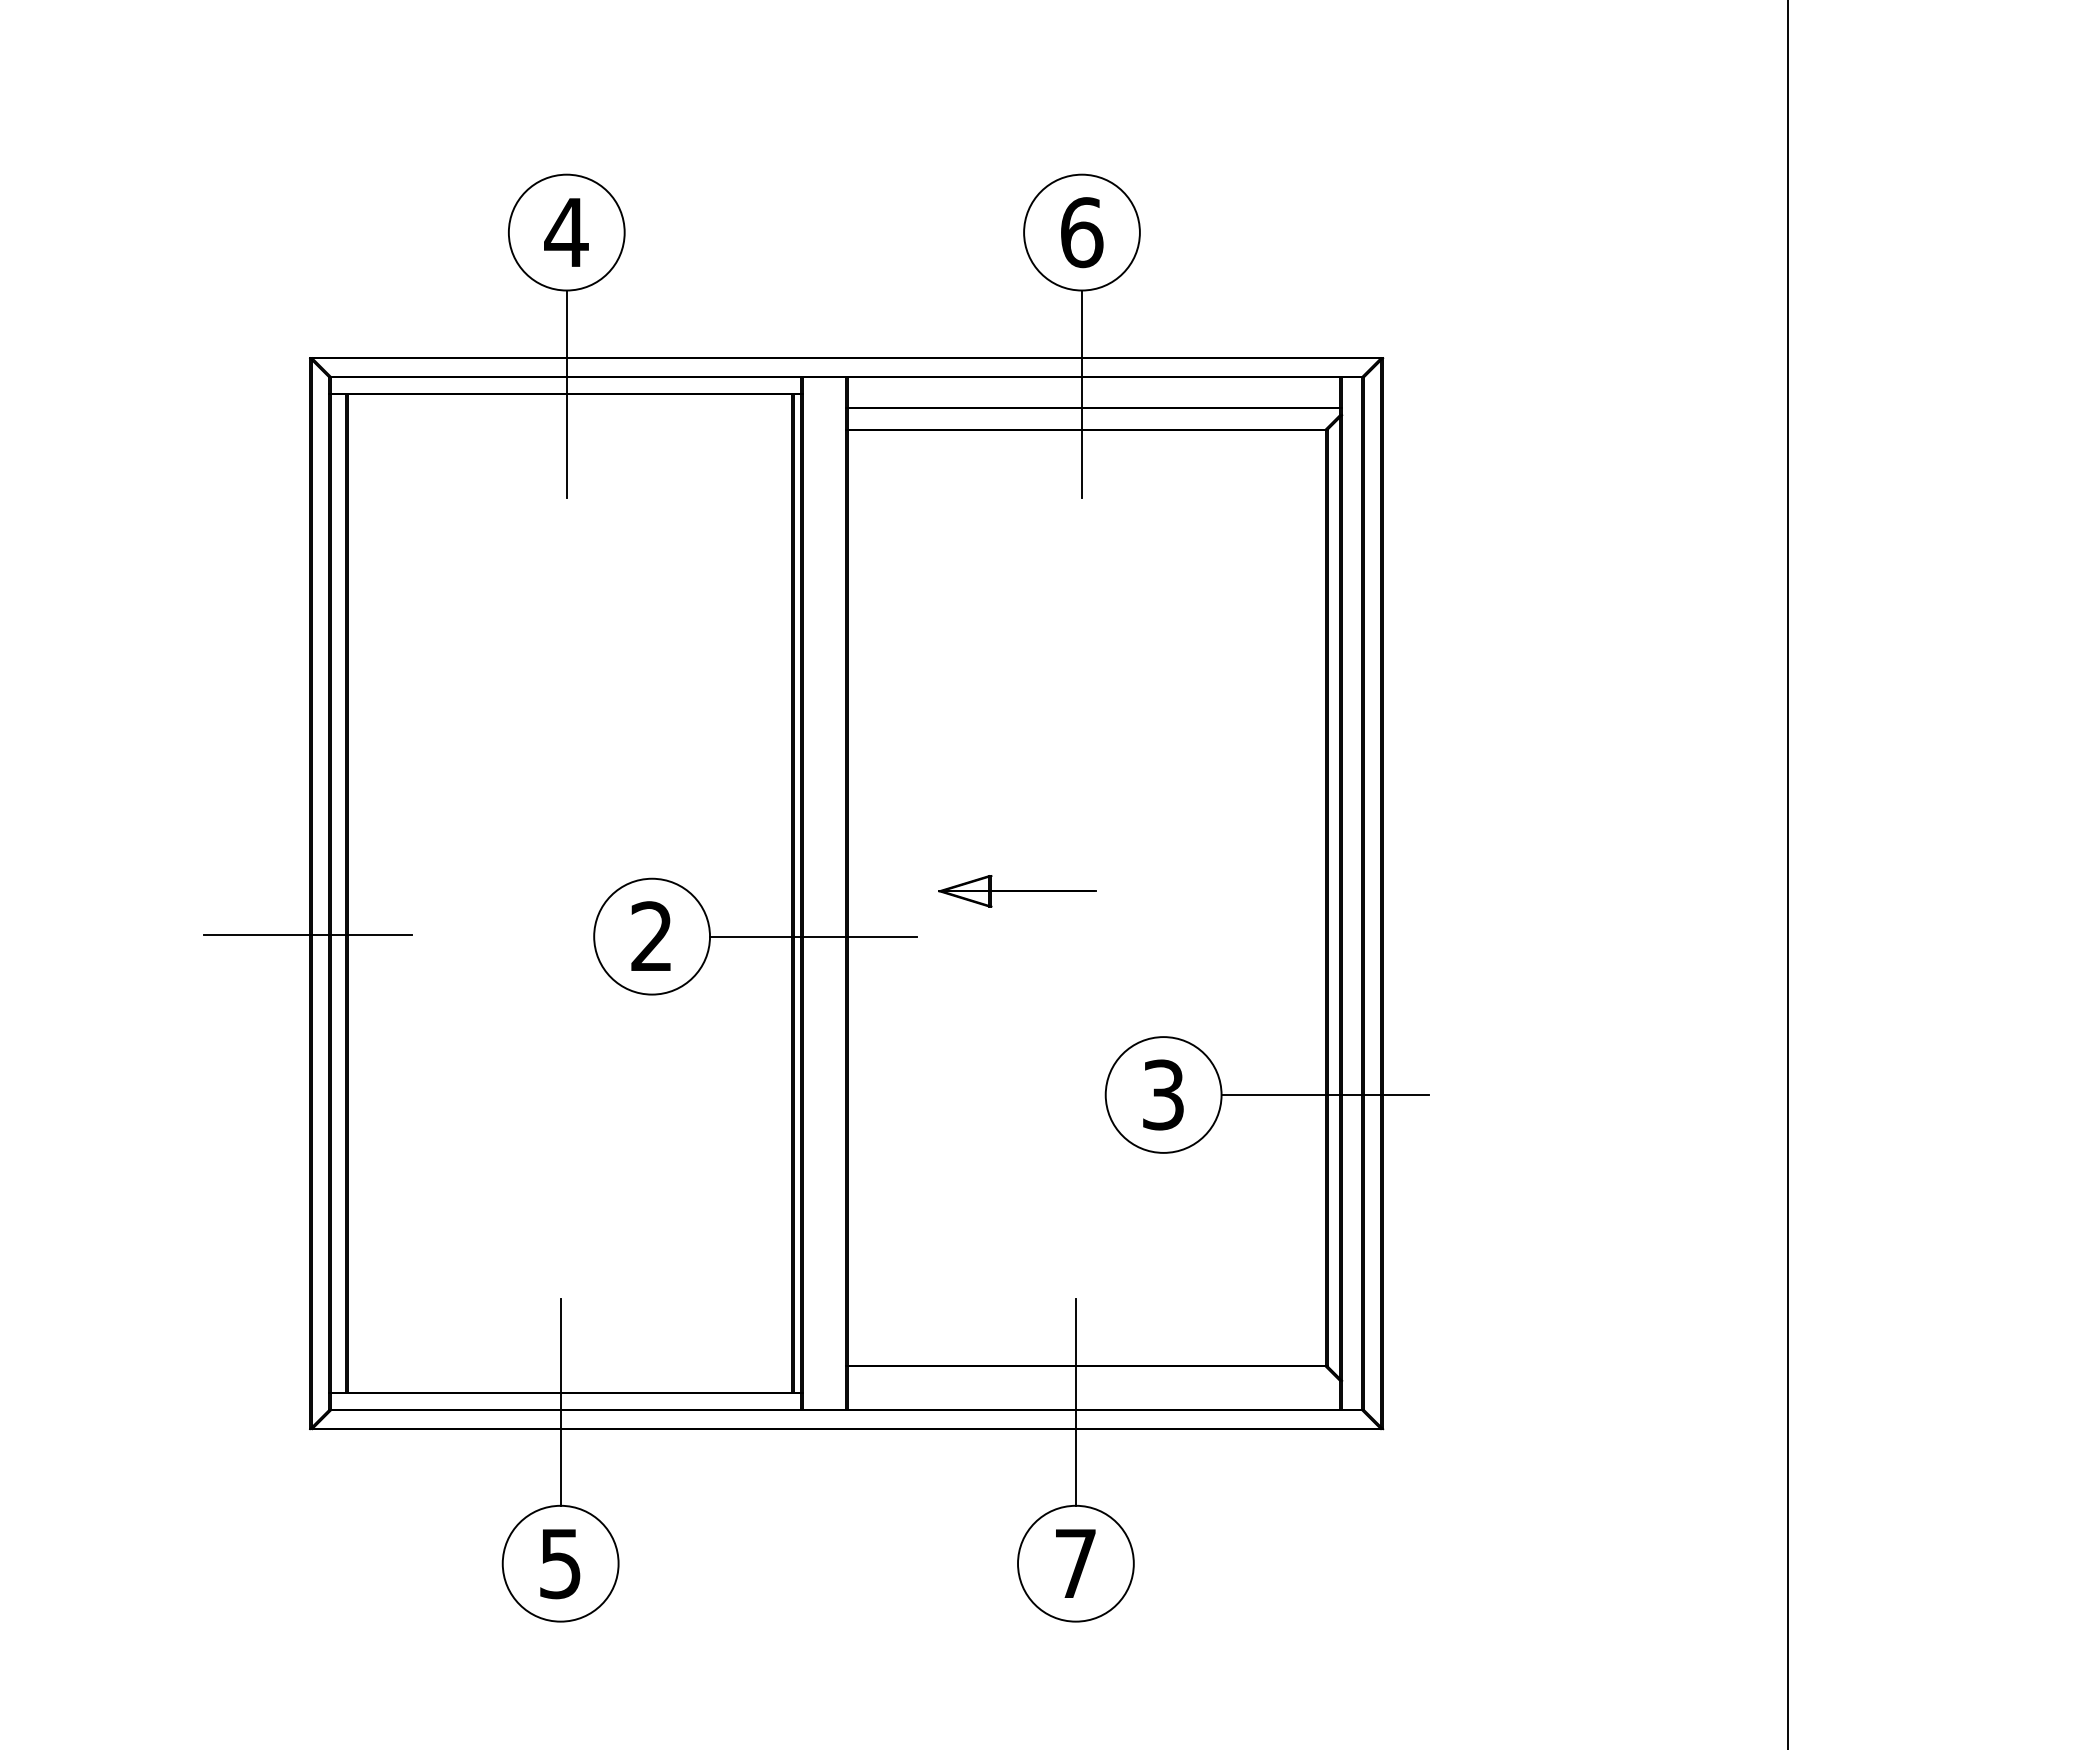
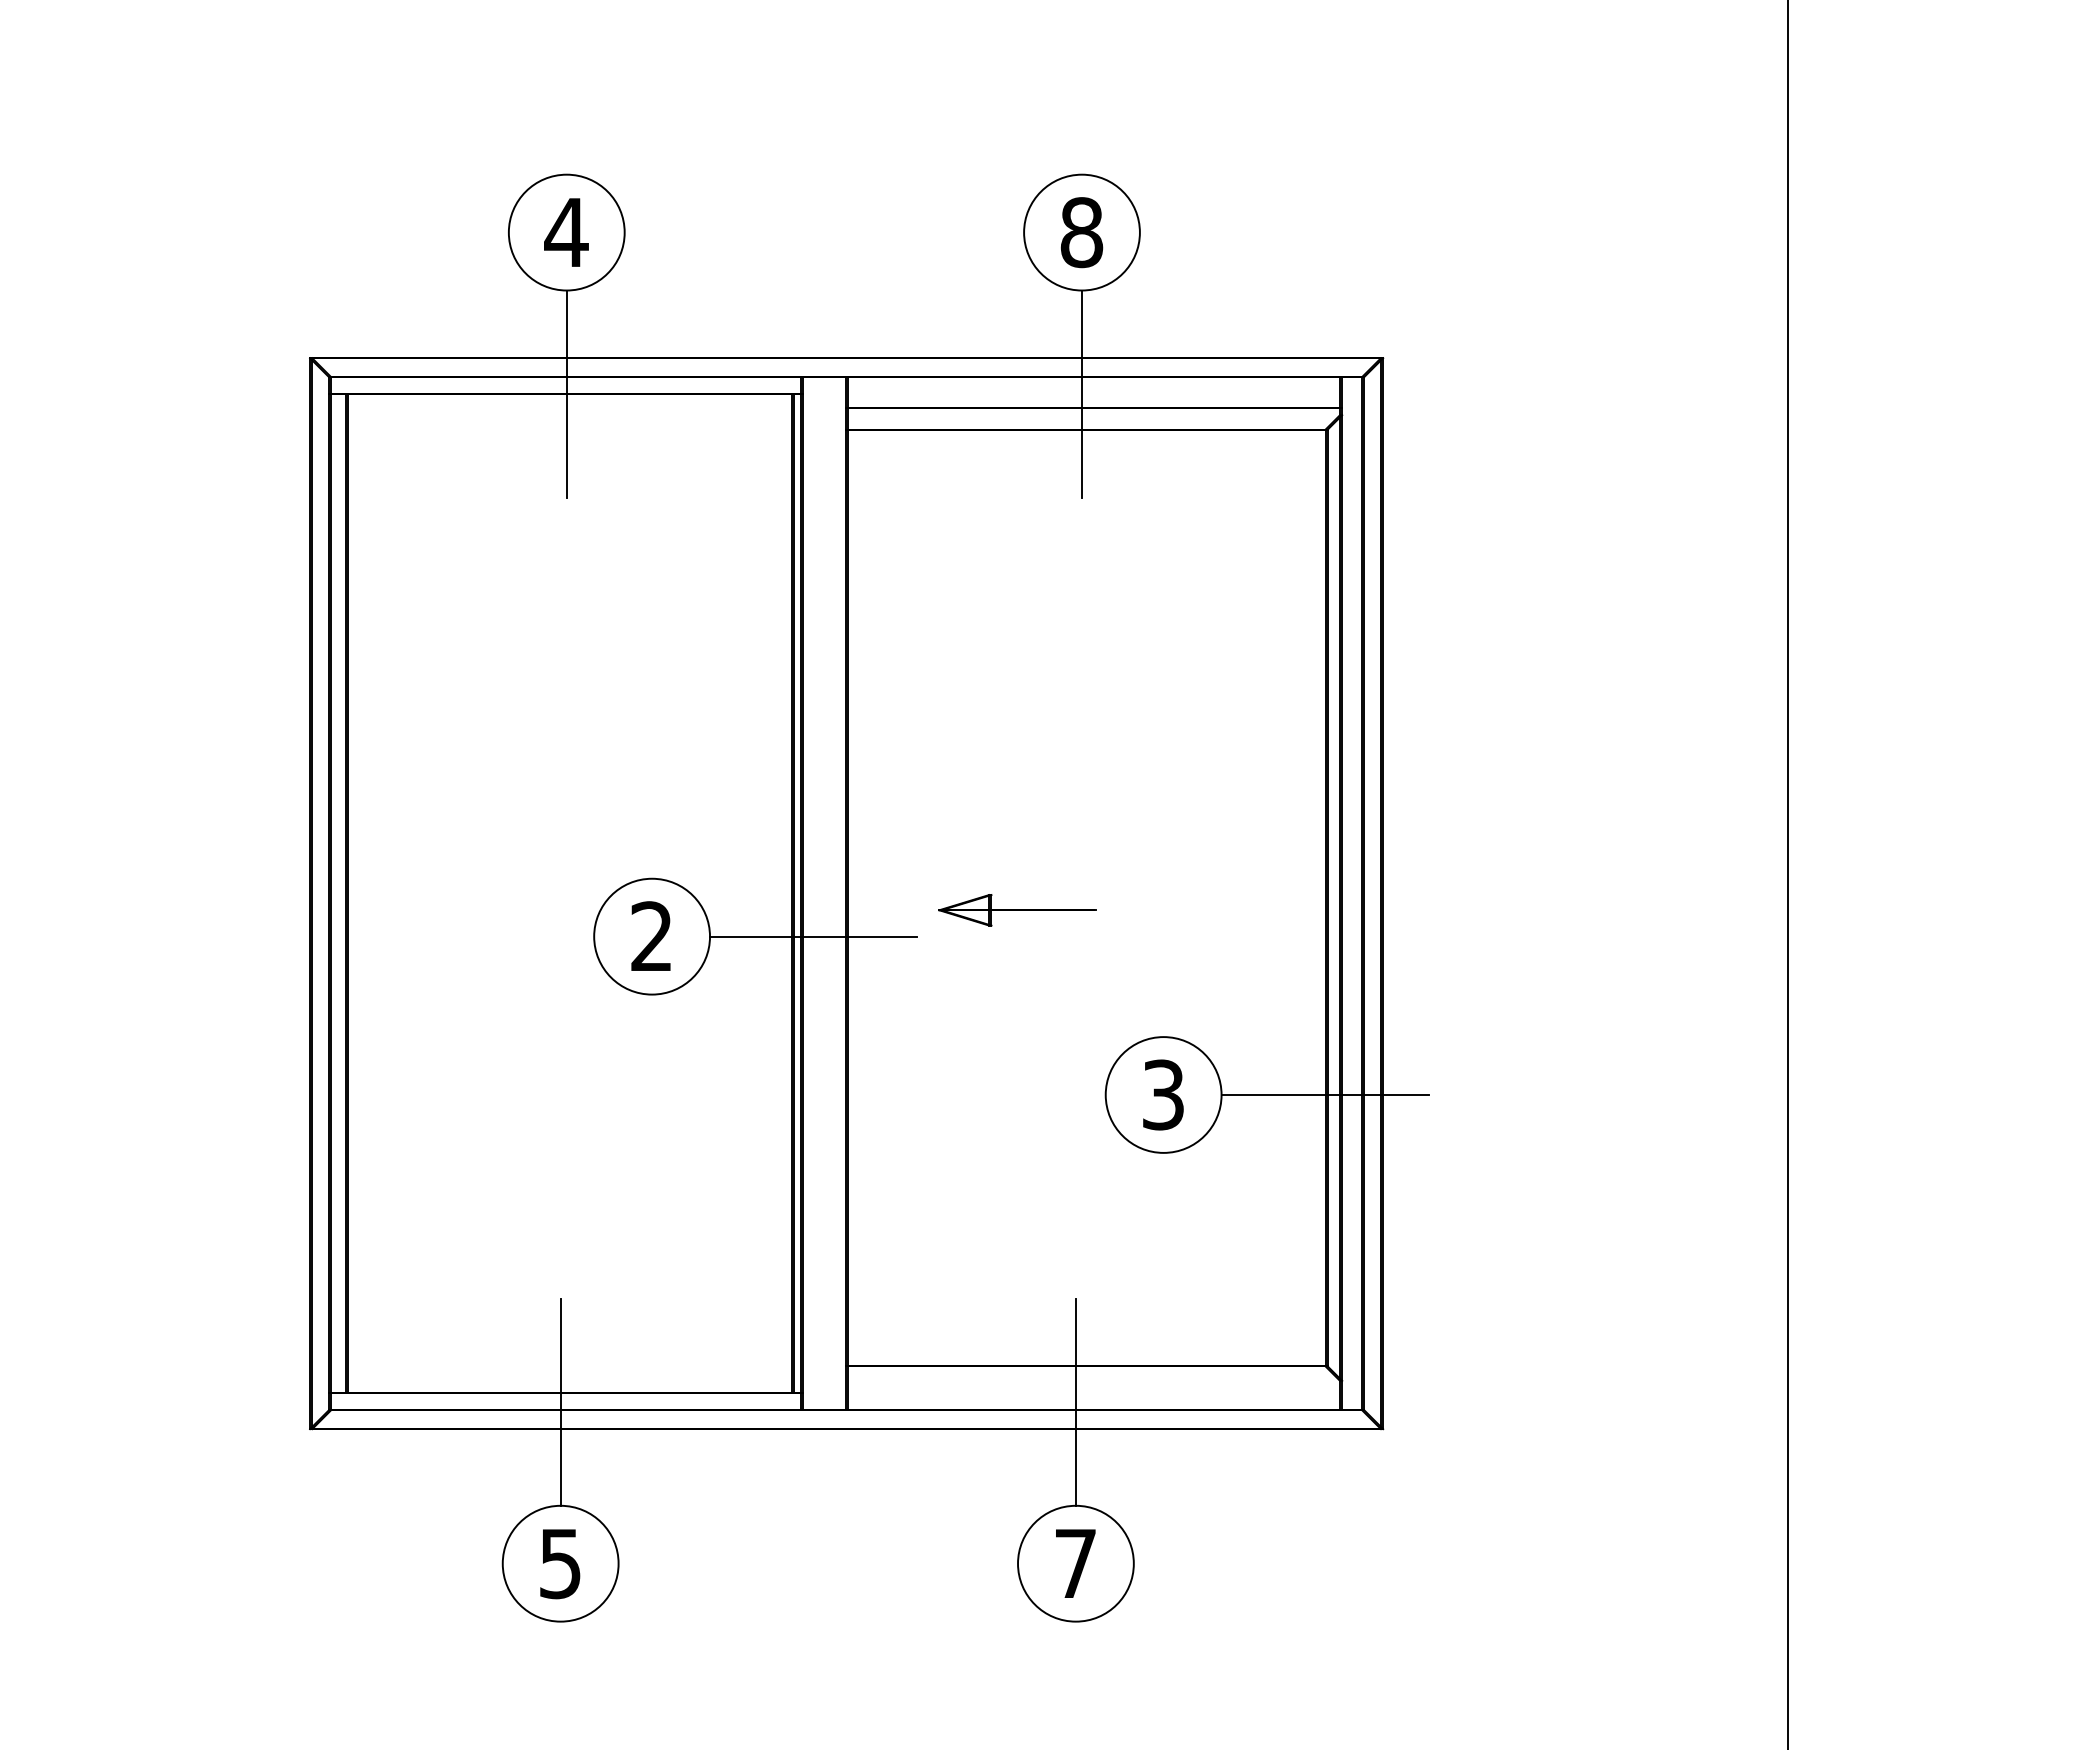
text at (1081, 232): 6 -> 8
part at (1017, 891) position: (1017, 891) -> (1017, 910)
line at (307, 934): present -> none
